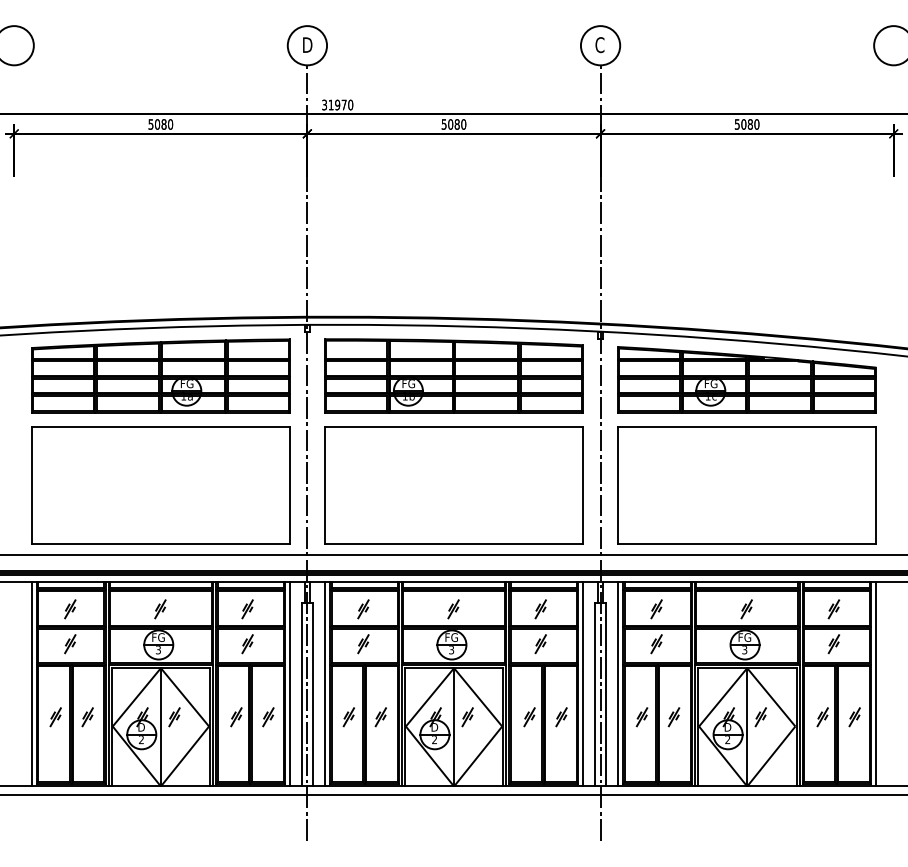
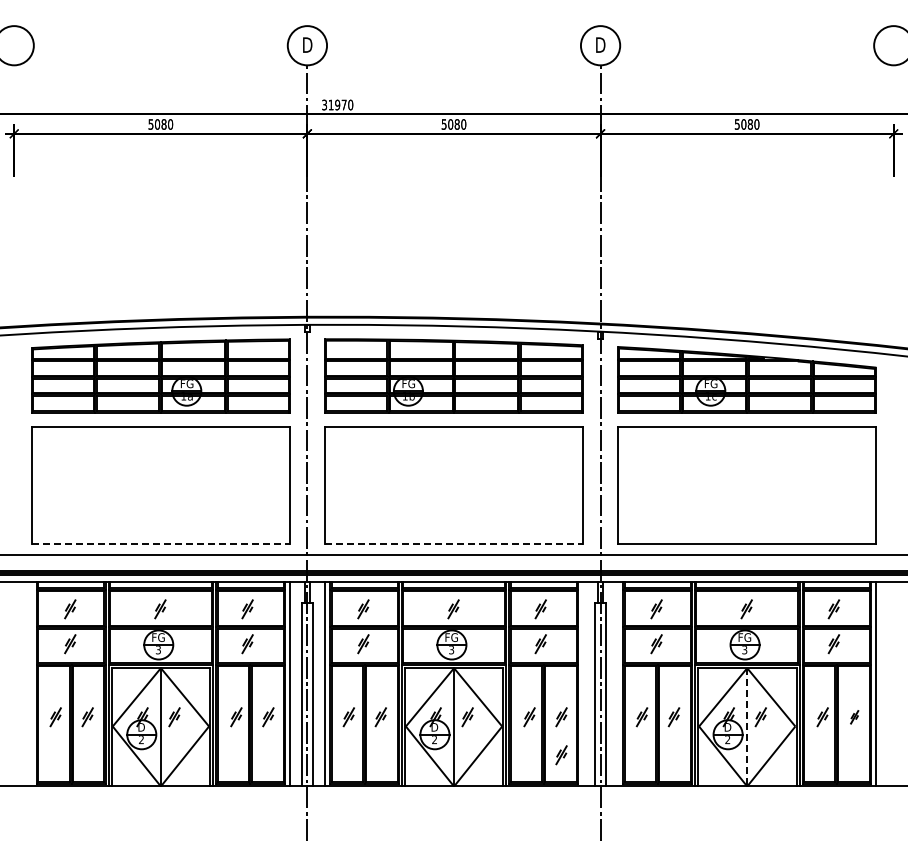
text at (600, 45): C -> D
line at (161, 544): solid -> dashed
line at (454, 544): solid -> dashed
line at (31, 684): present -> none
line at (583, 684): present -> none
line at (617, 684): present -> none
part at (854, 717) size: 13x21 px -> 10x15 px
line at (747, 727): solid -> dashed
part at (561, 755): none -> present
line at (453, 795): present -> none
